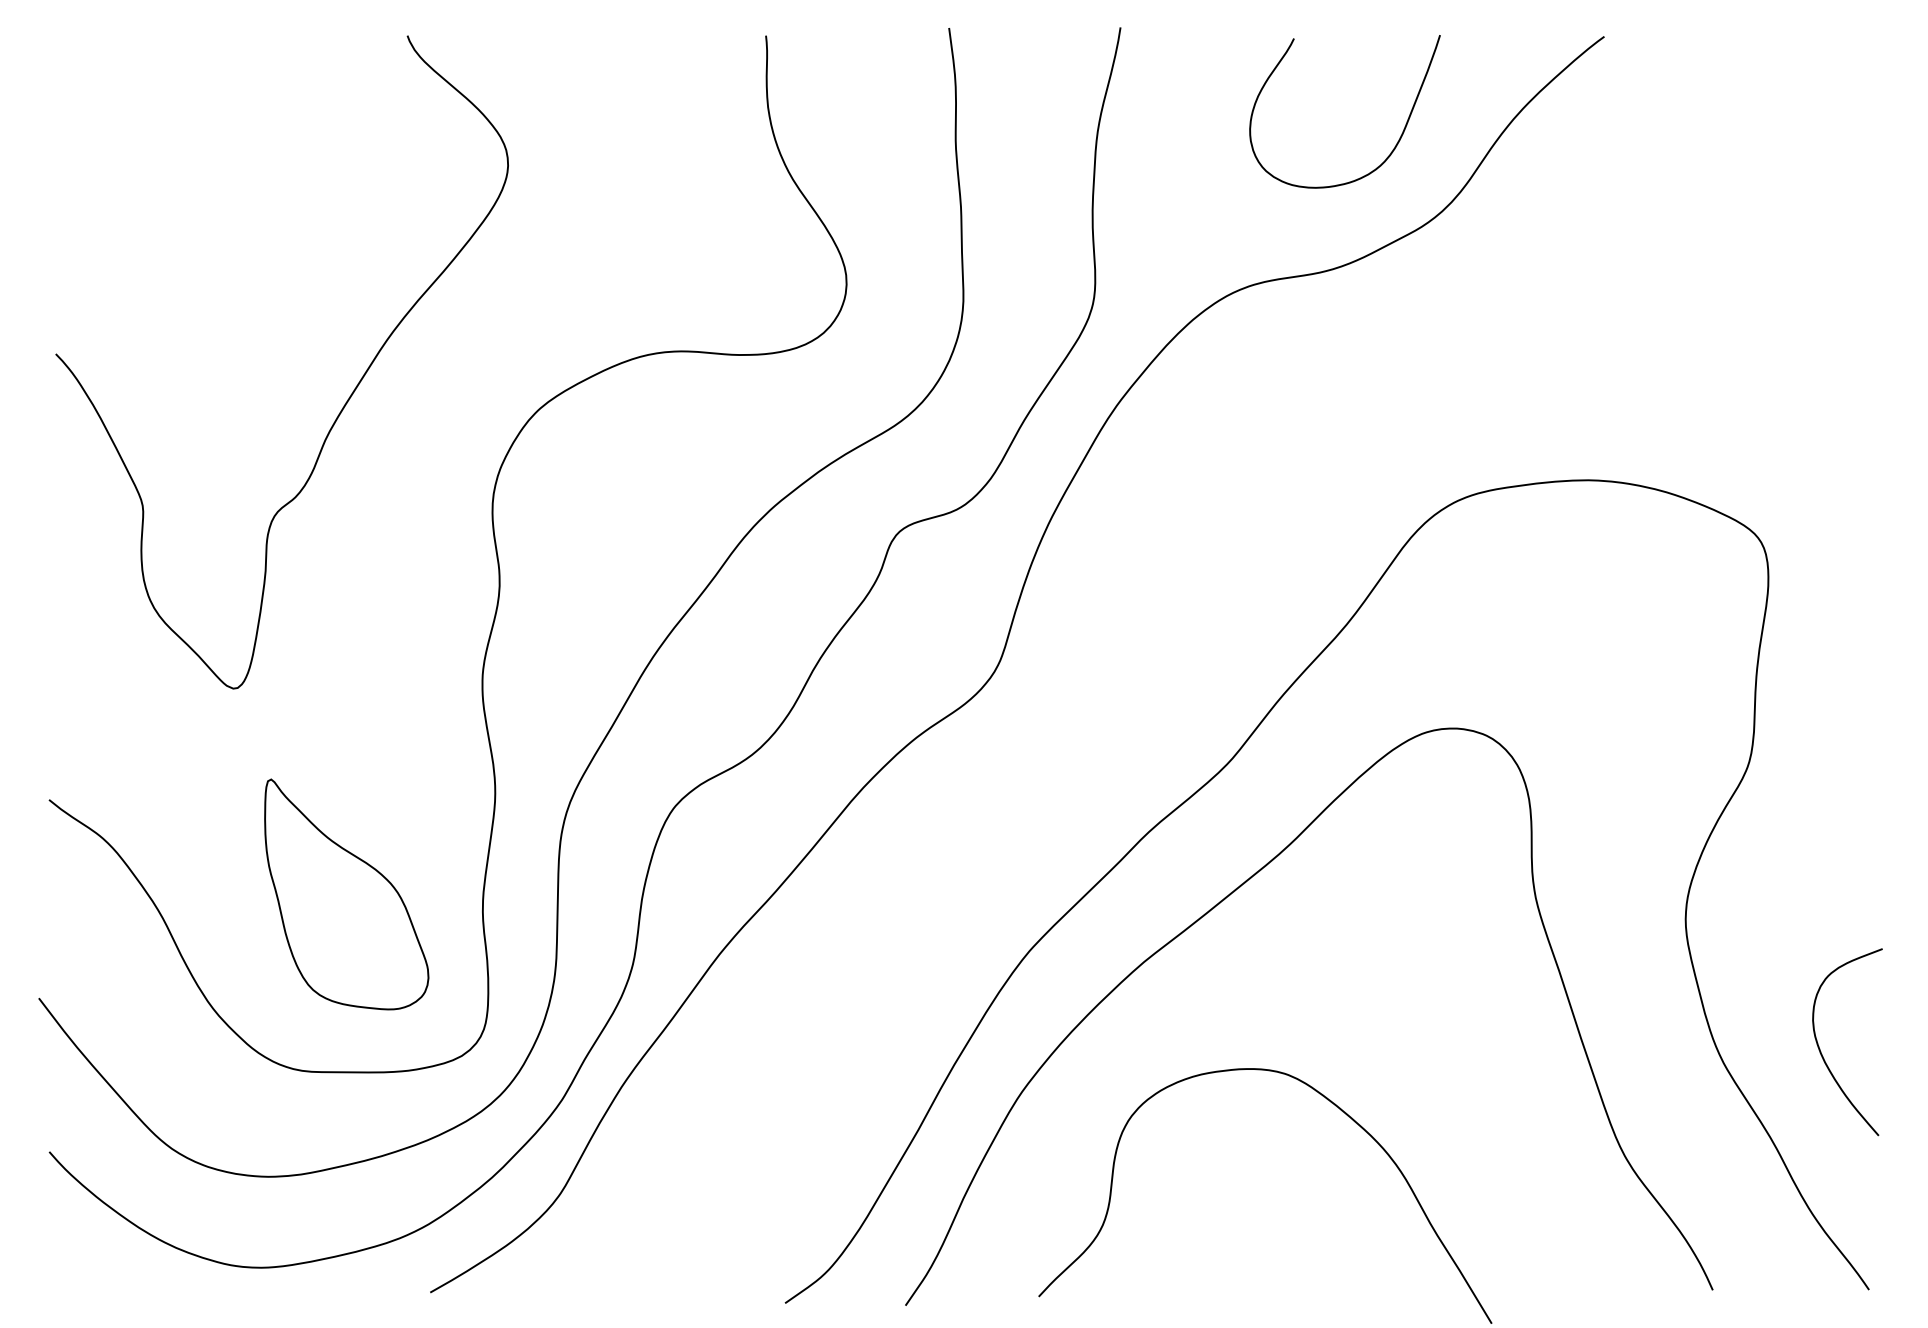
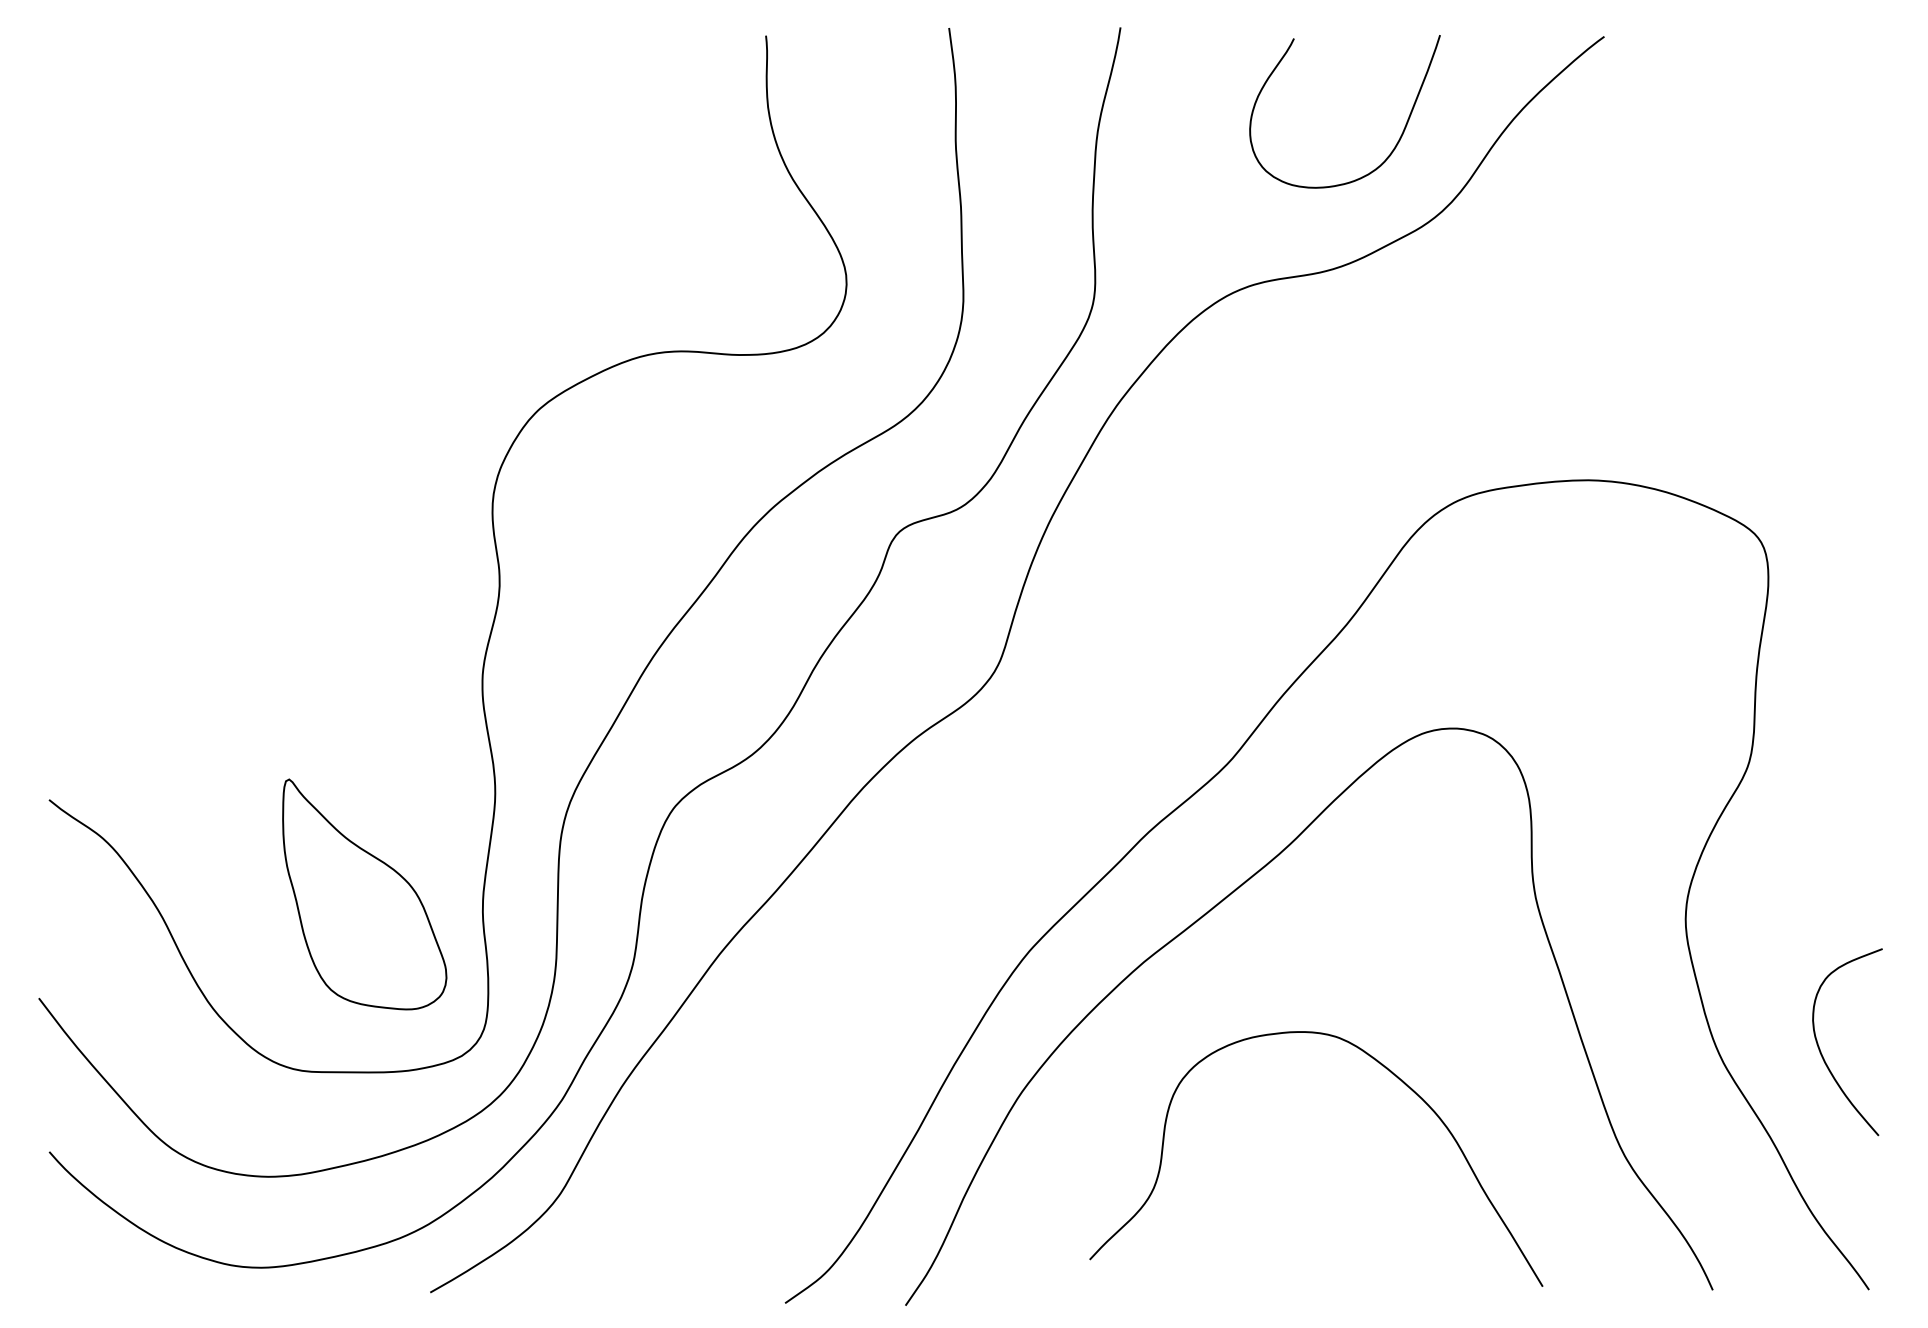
curve at (343, 405): present -> none
part at (346, 894) position: (346, 894) -> (364, 894)
curve at (1331, 1103) position: (1331, 1103) -> (1382, 1066)
